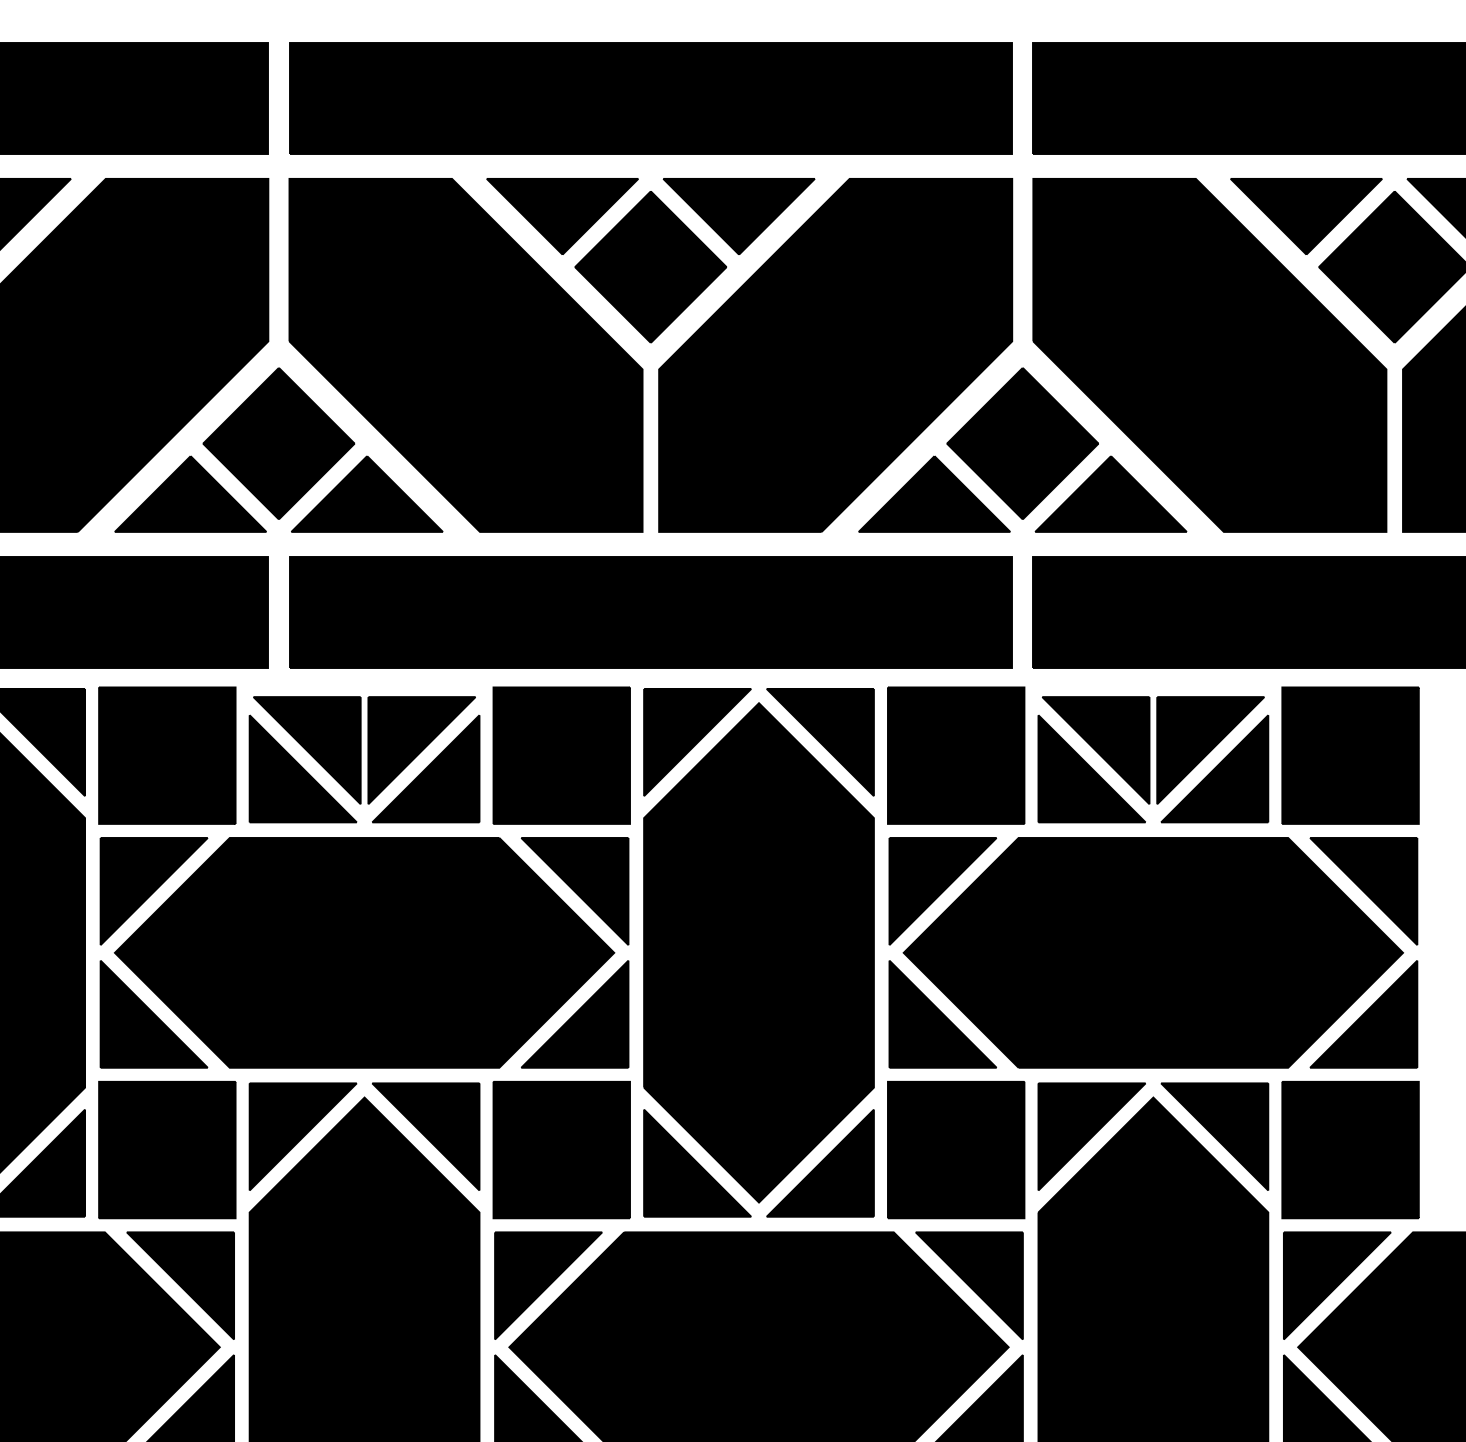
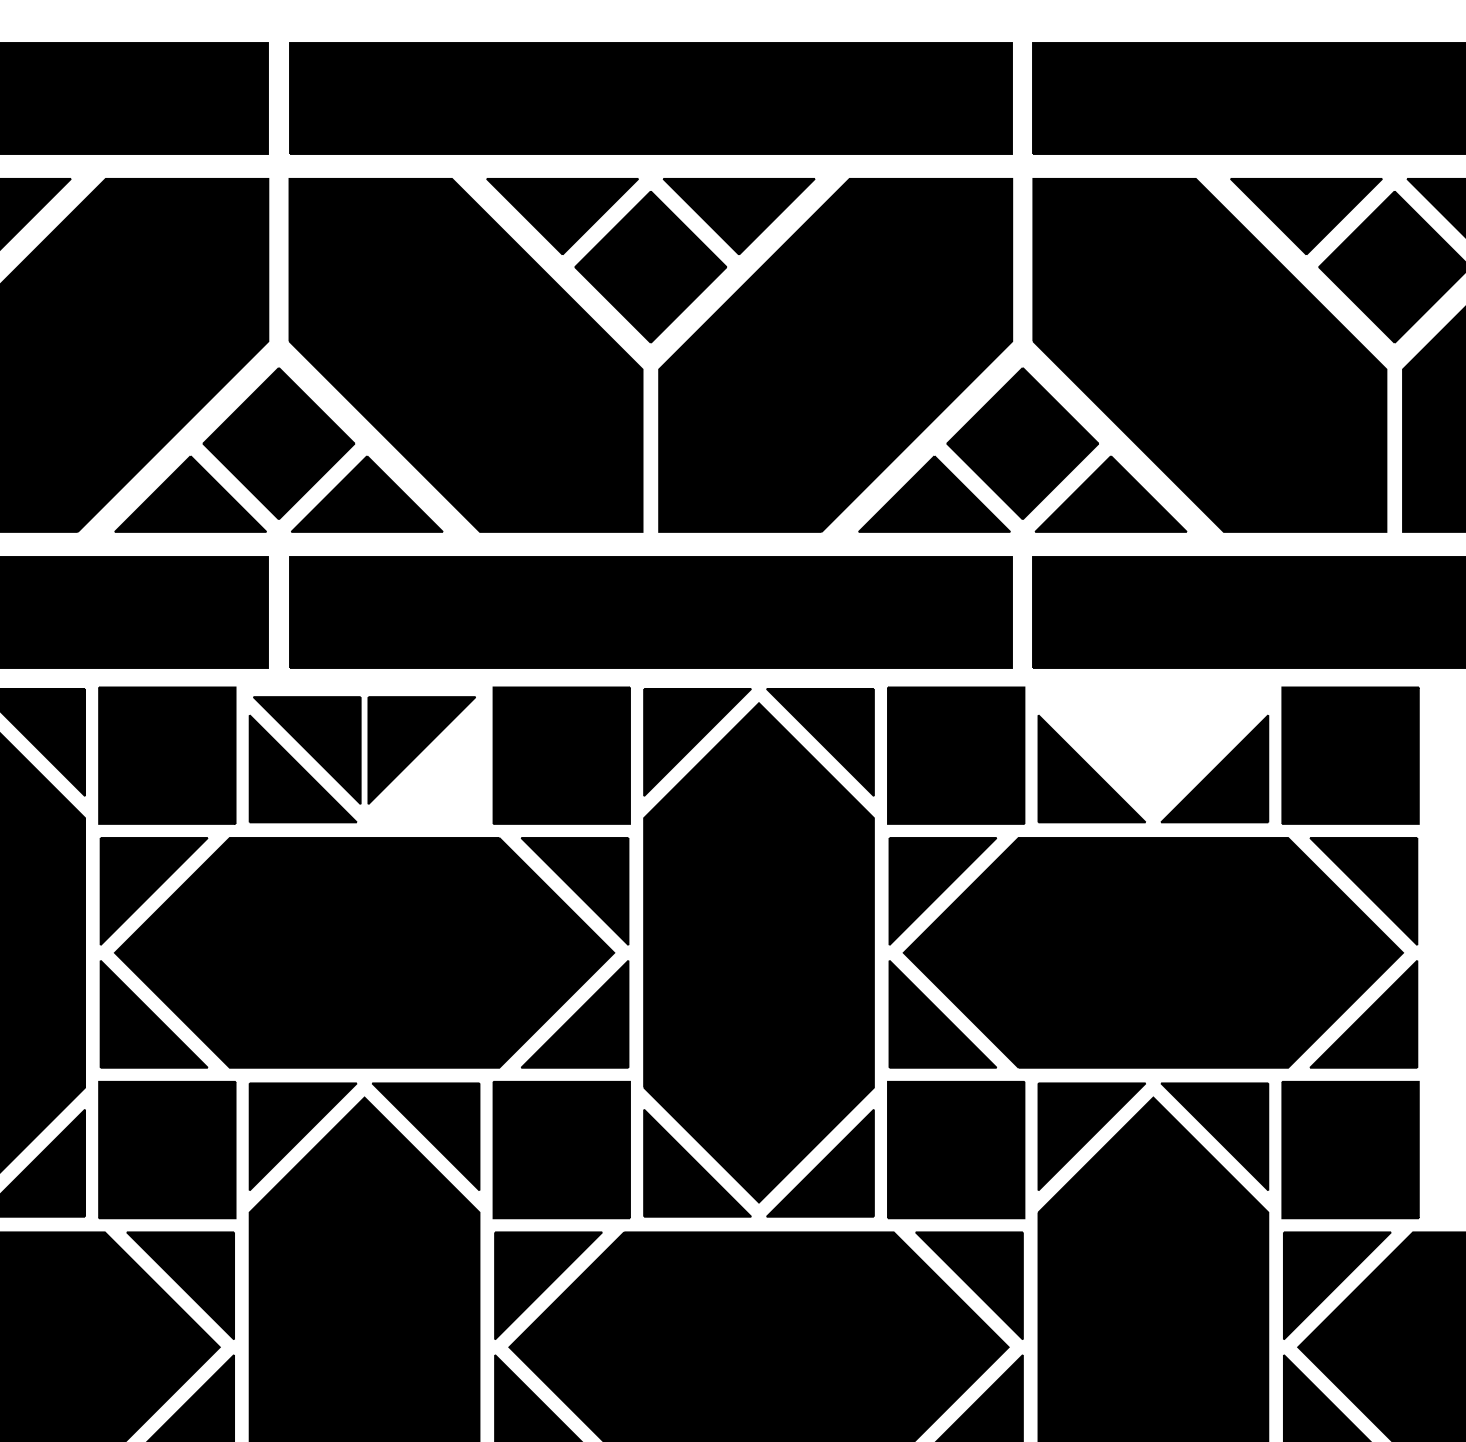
part at (1153, 750): present -> none
part at (426, 768): present -> none
